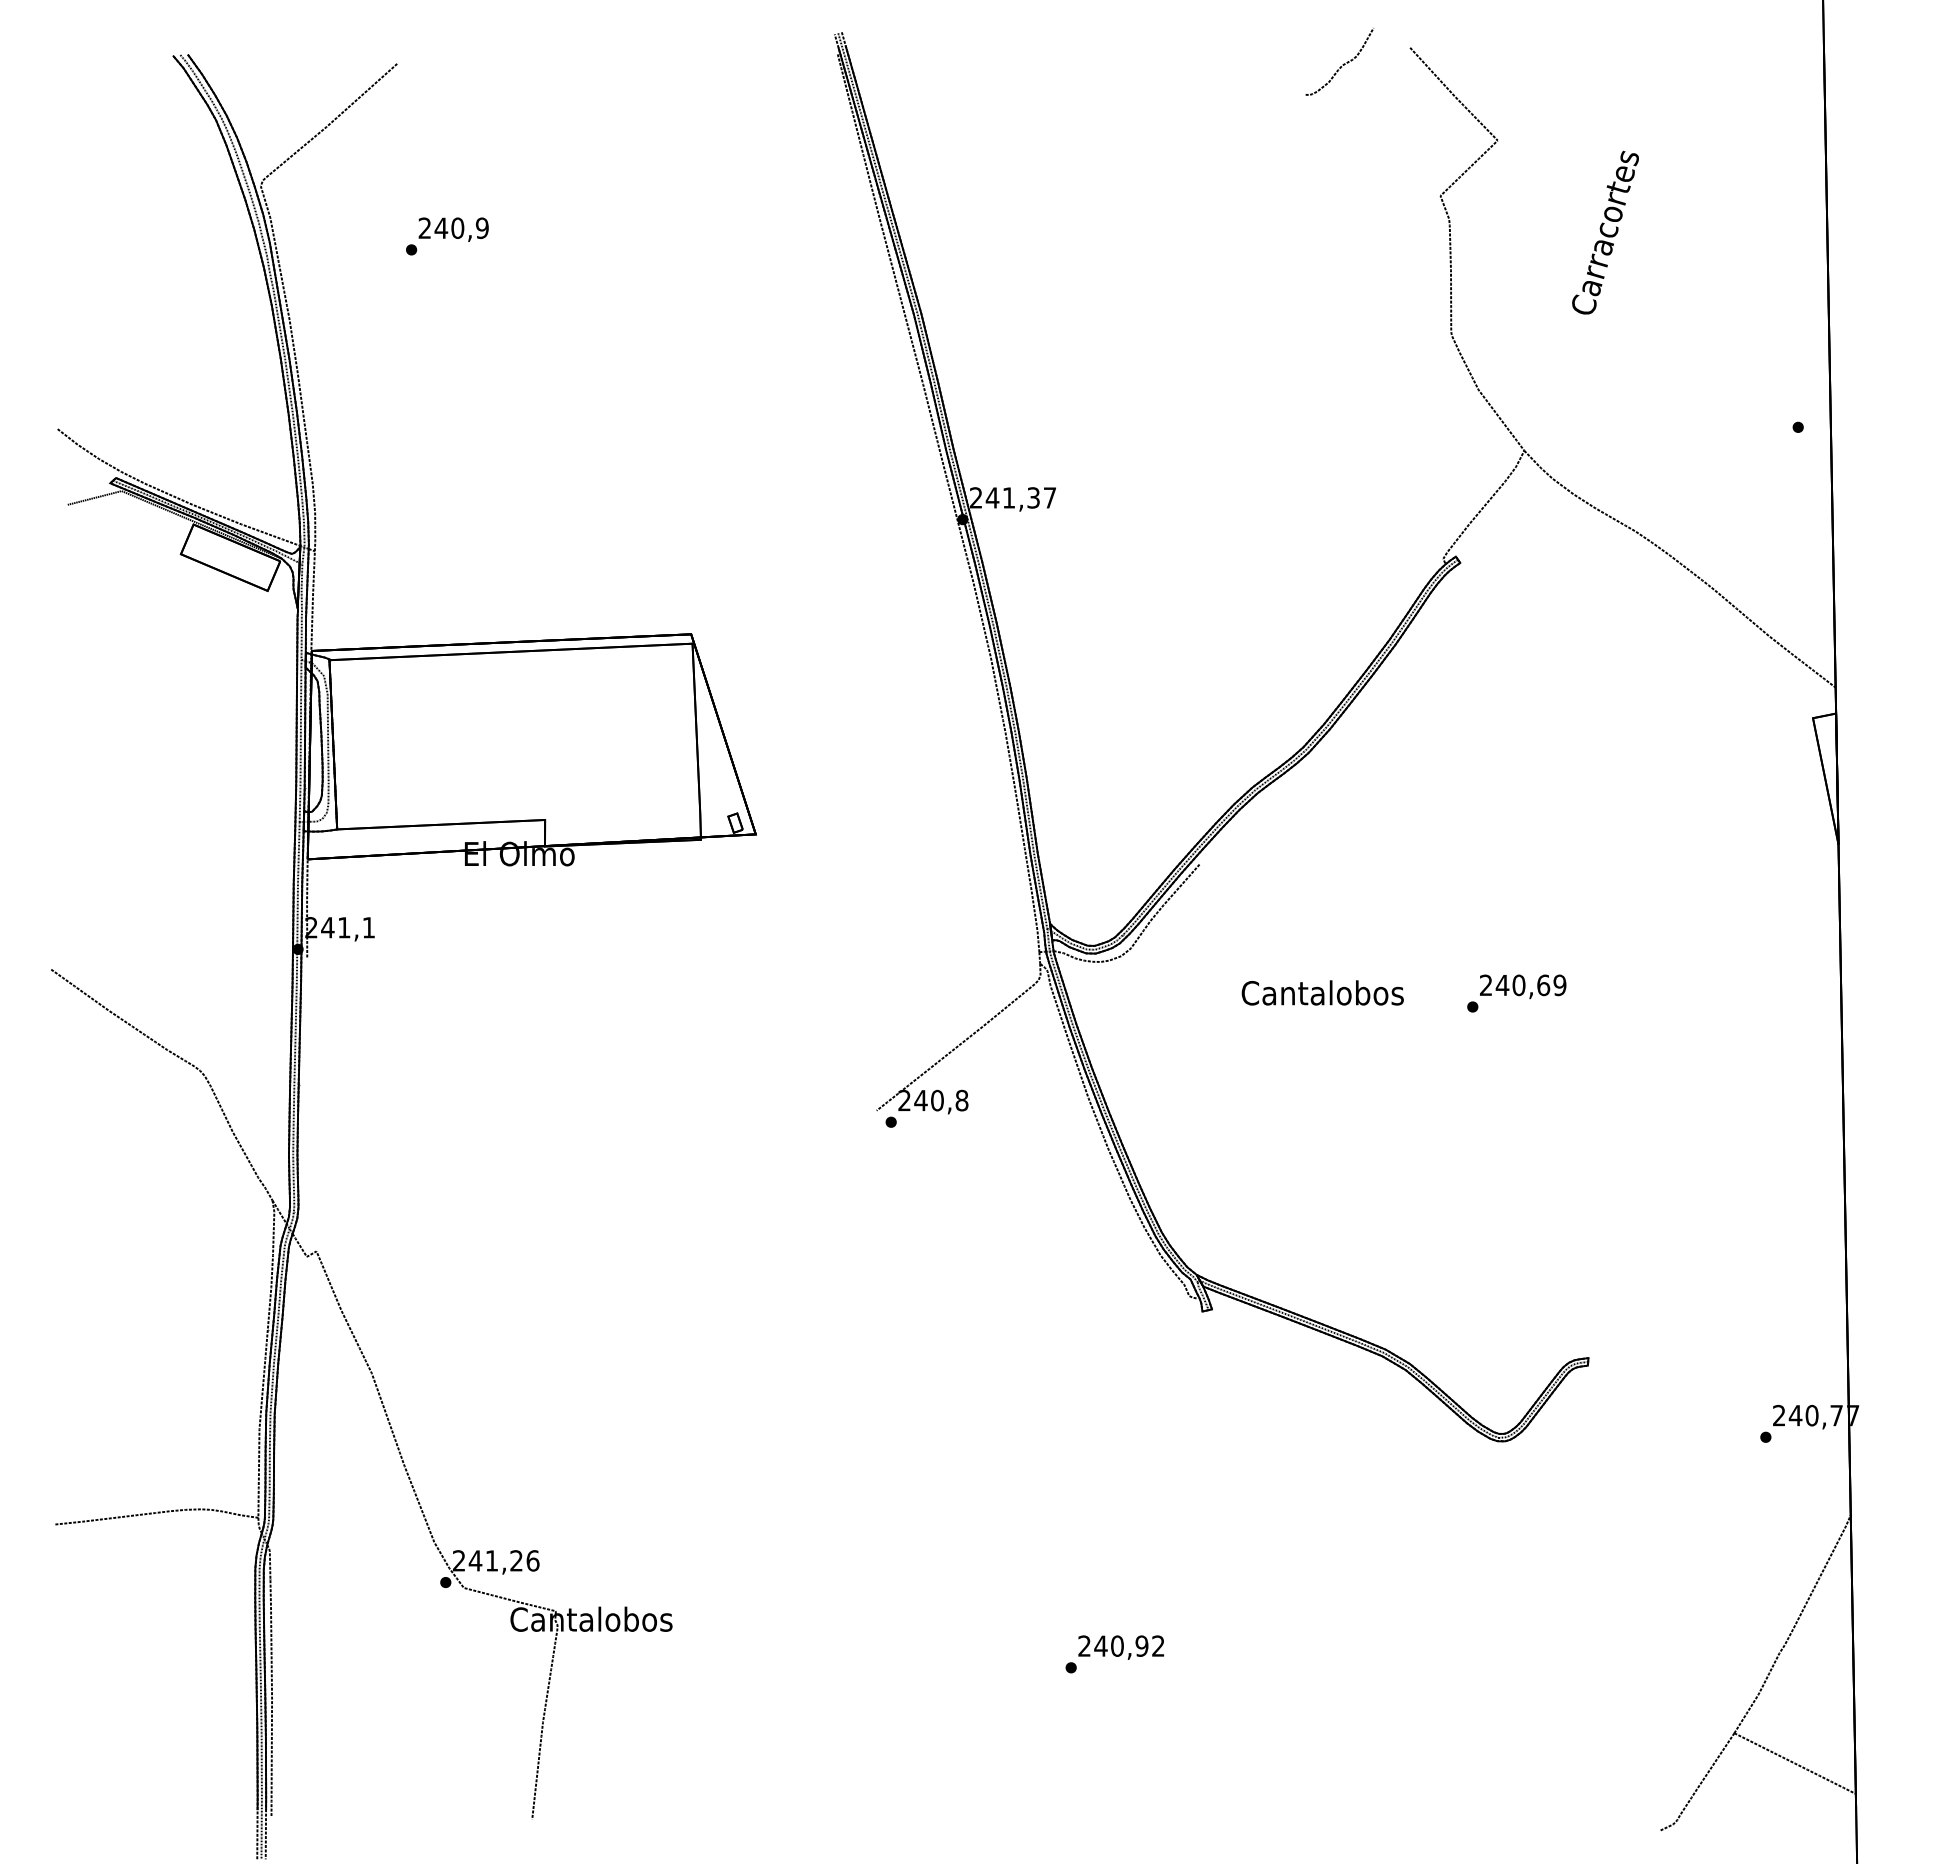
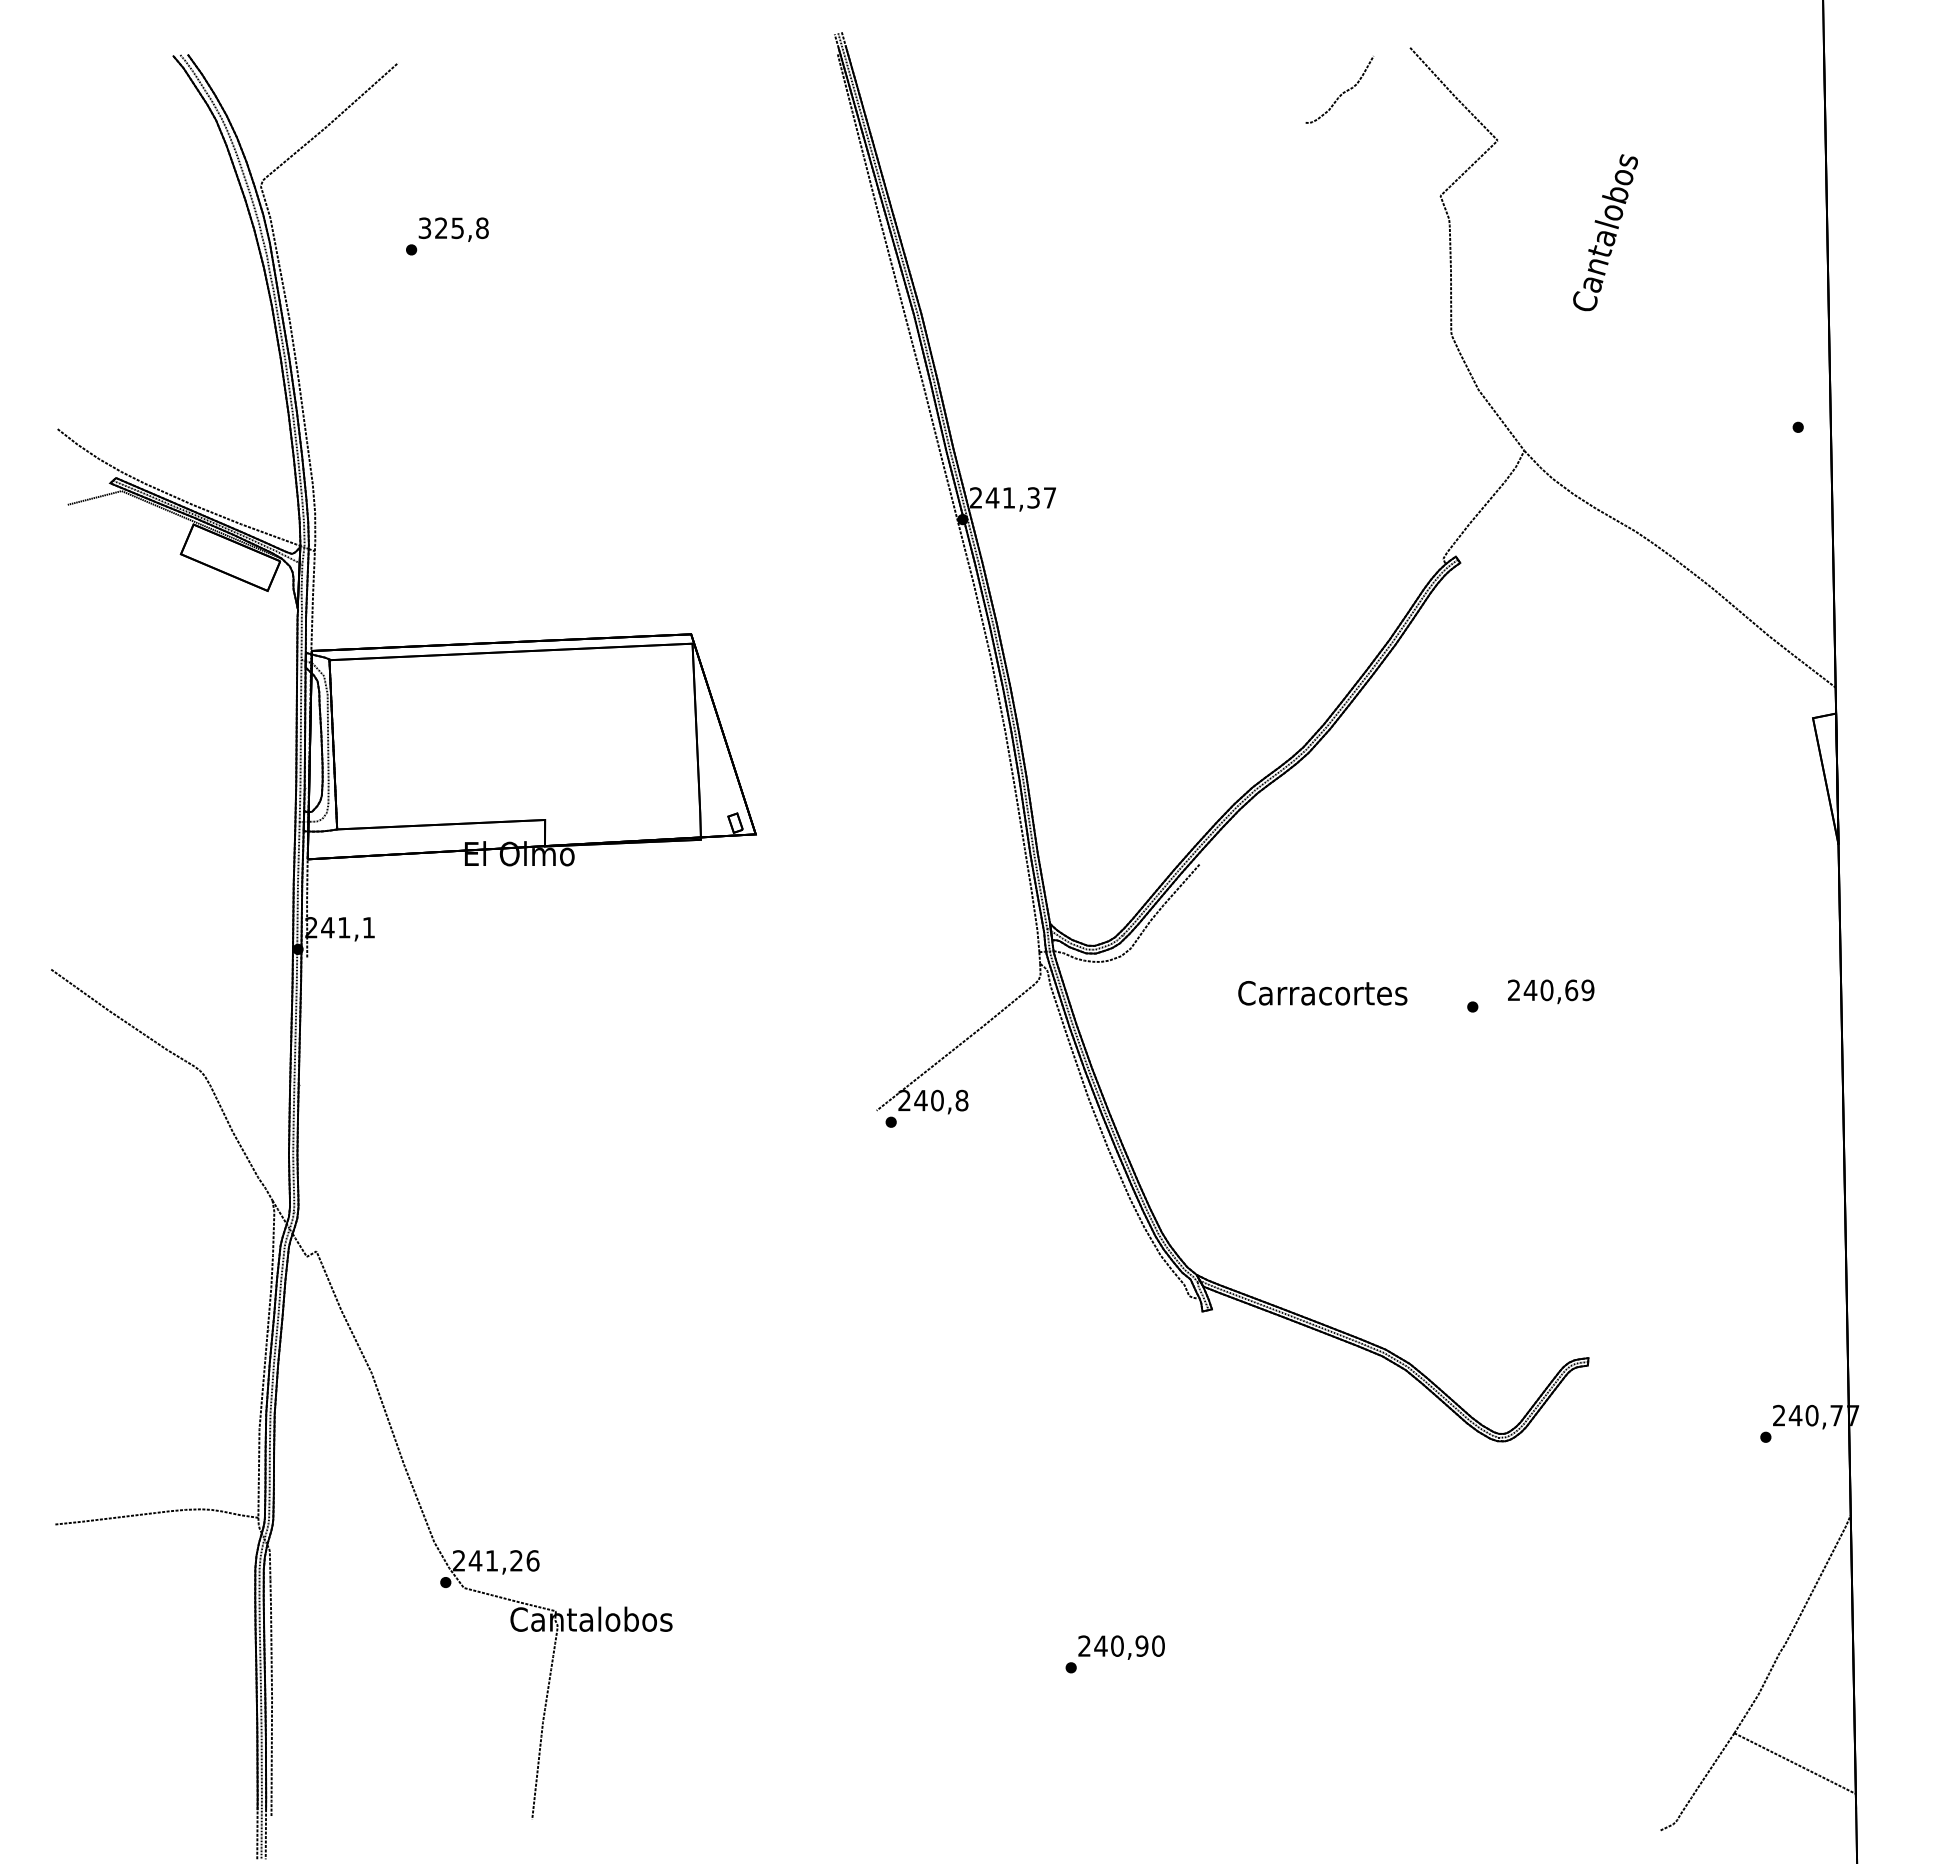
curve at (1342, 64) position: (1342, 64) -> (1342, 92)
text at (453, 228): 240,9 -> 325,8
text at (1605, 232): Carracortes -> Cantalobos
text at (1523, 986) position: (1523, 986) -> (1551, 991)
text at (1322, 992): Cantalobos -> Carracortes
text at (1158, 1645): 240,92 -> 240,90
